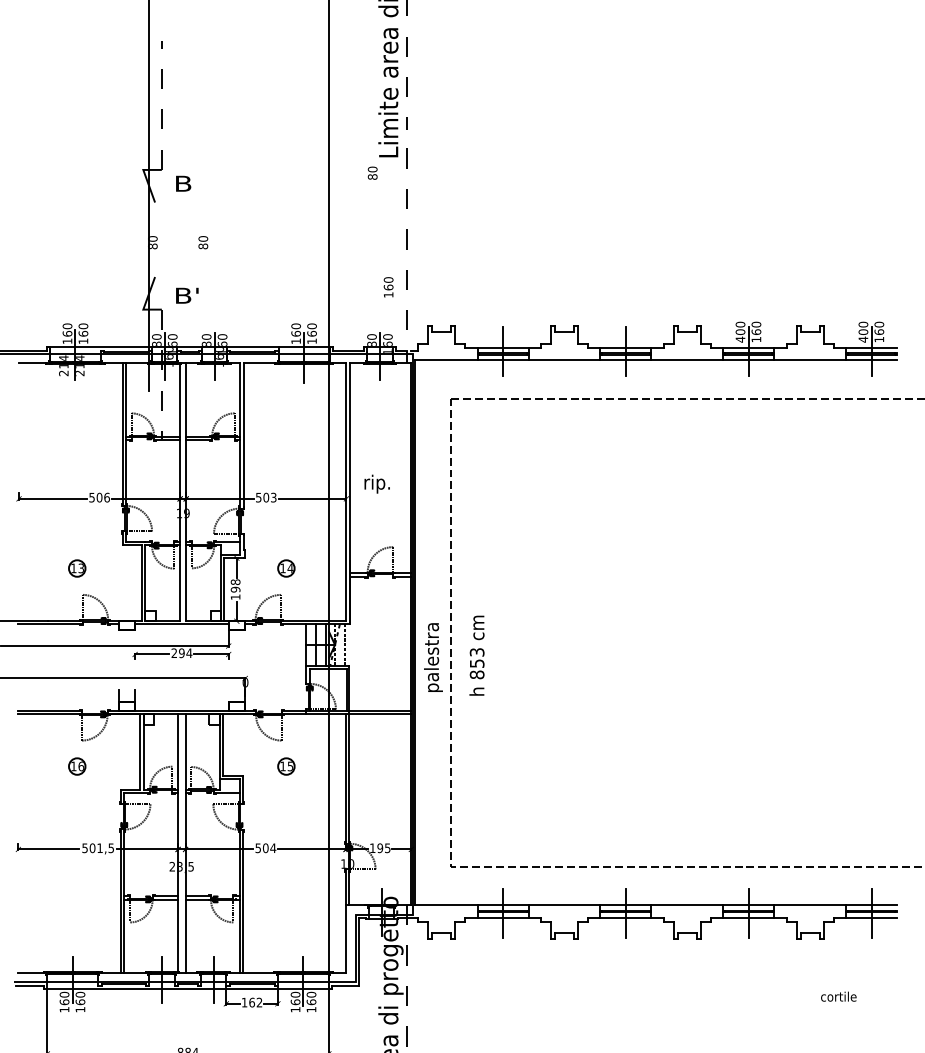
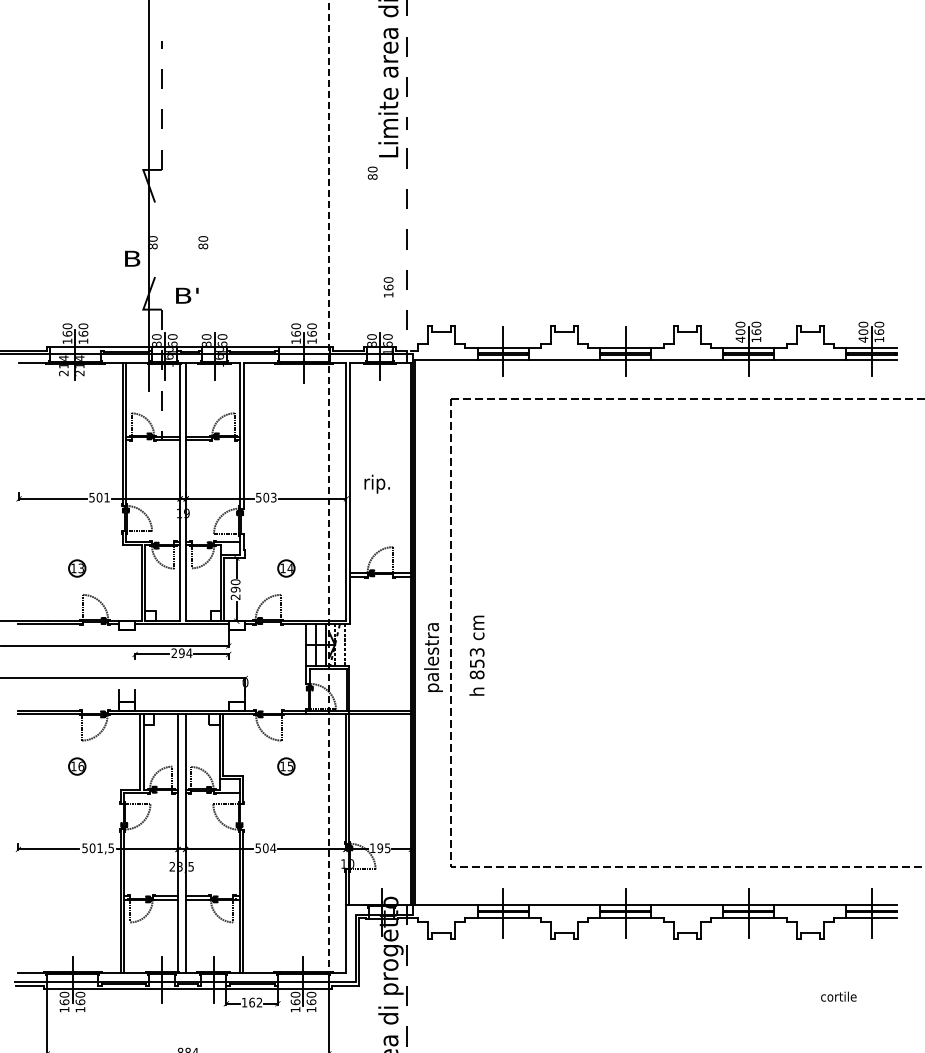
text at (183, 183) position: (183, 183) -> (132, 258)
line at (328, 493): solid -> dashed
text at (106, 497): 506 -> 501
text at (235, 589): 198 -> 290
